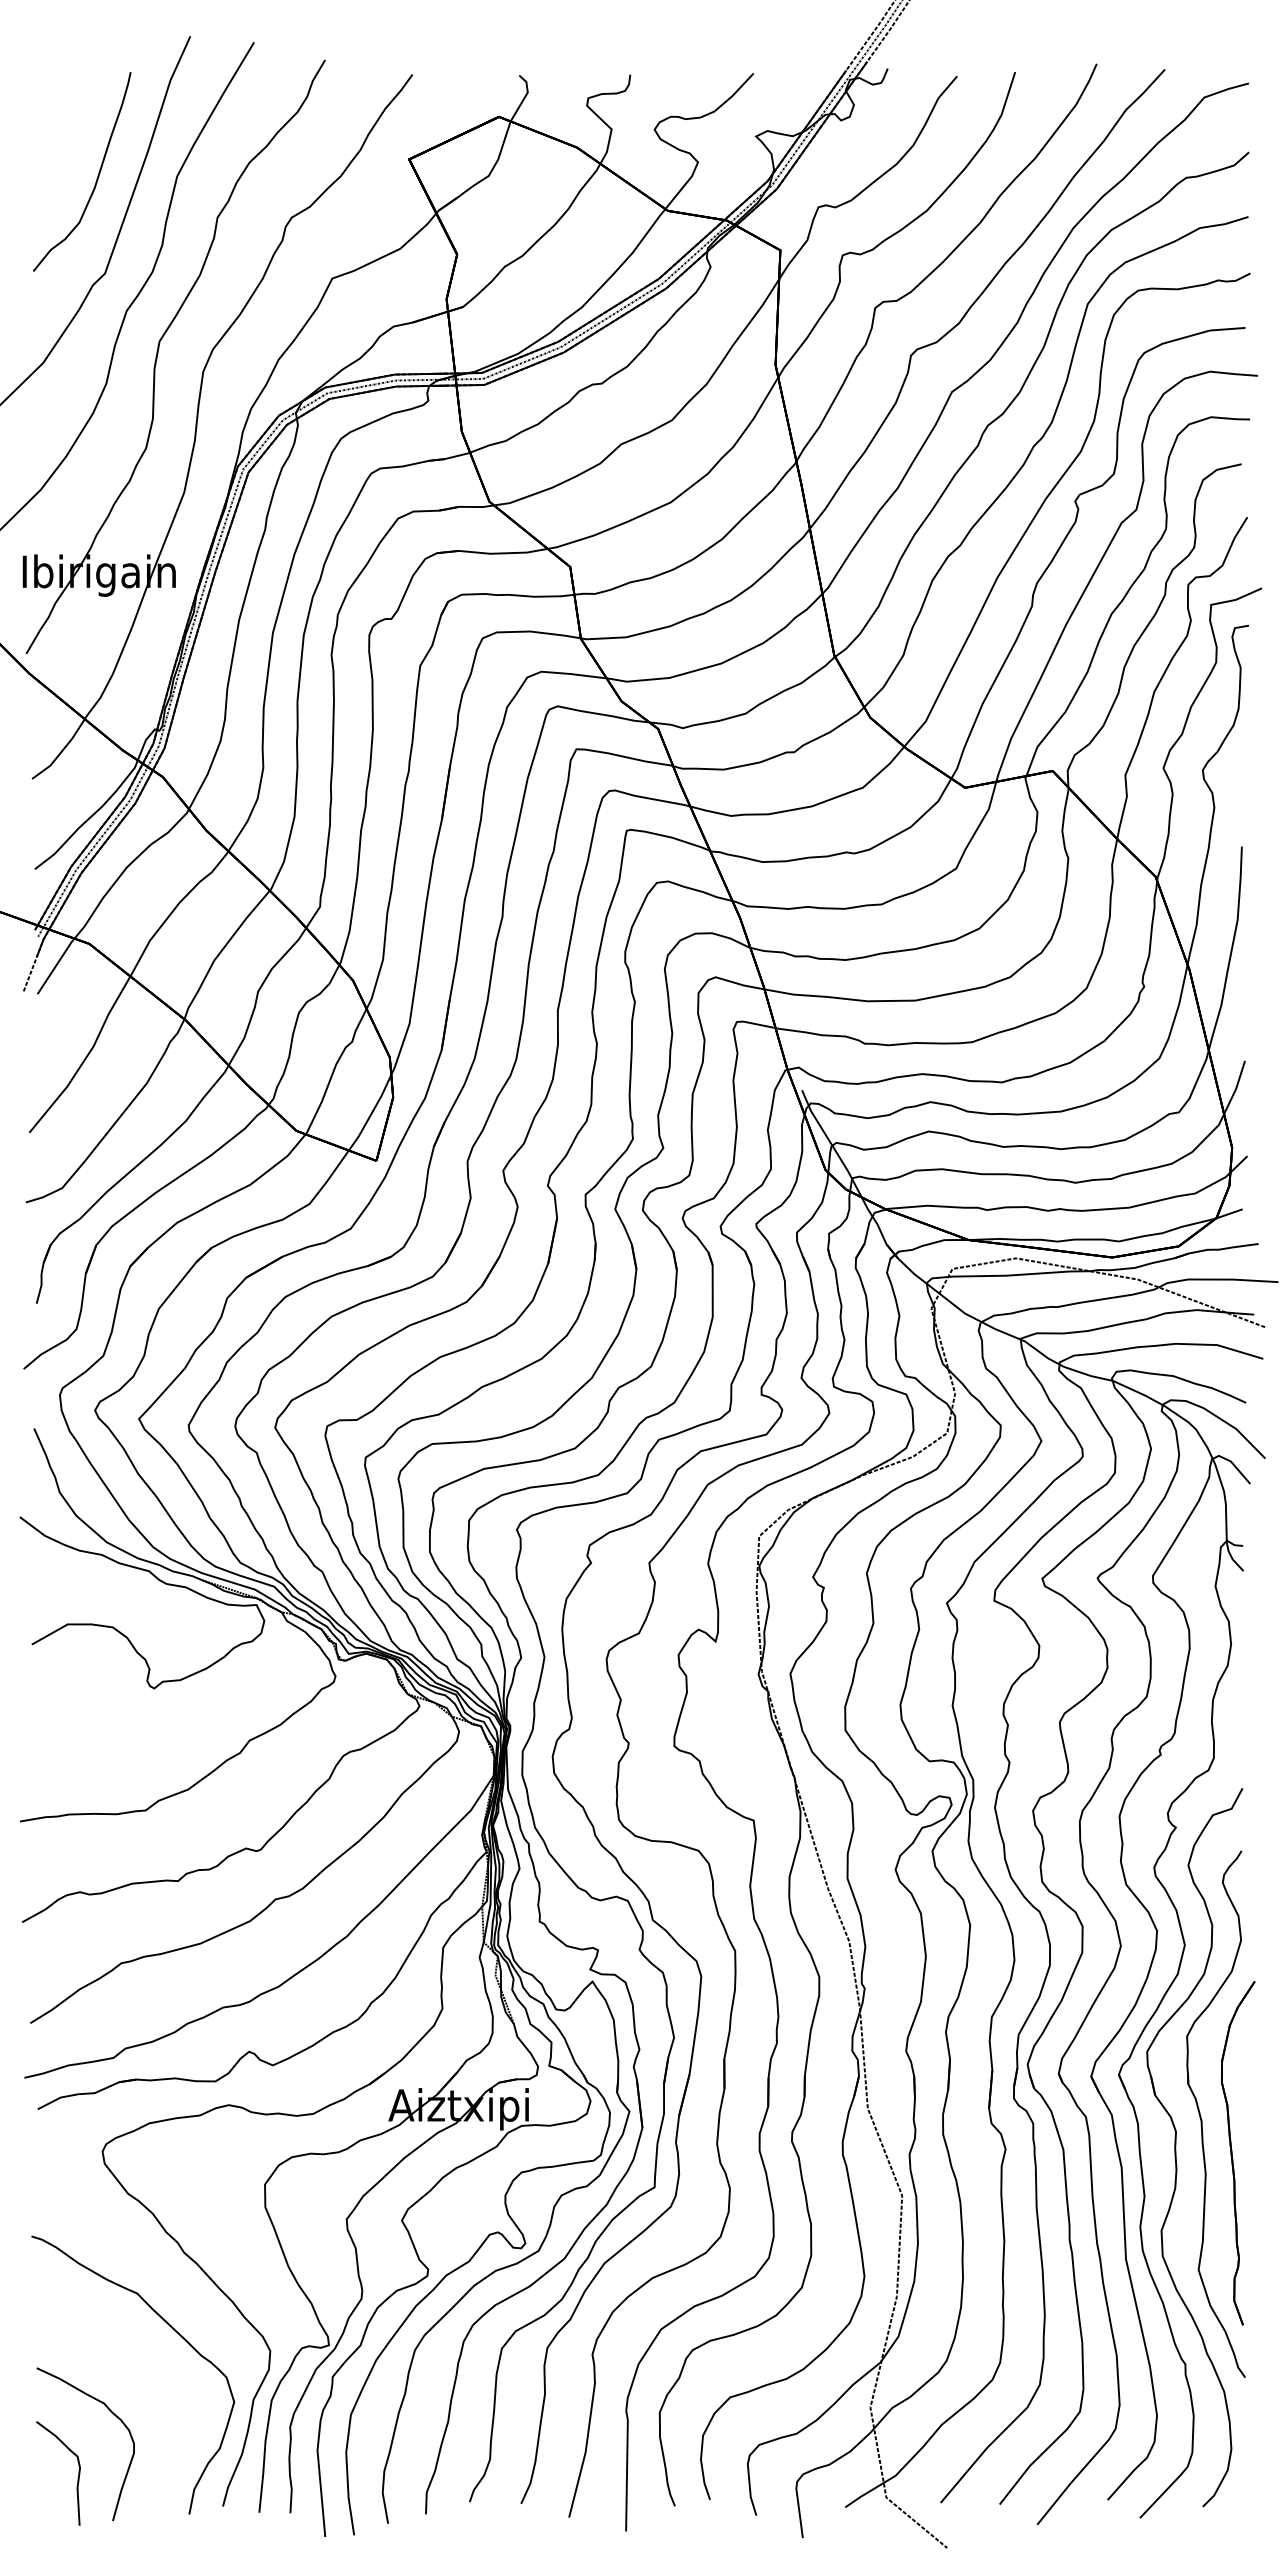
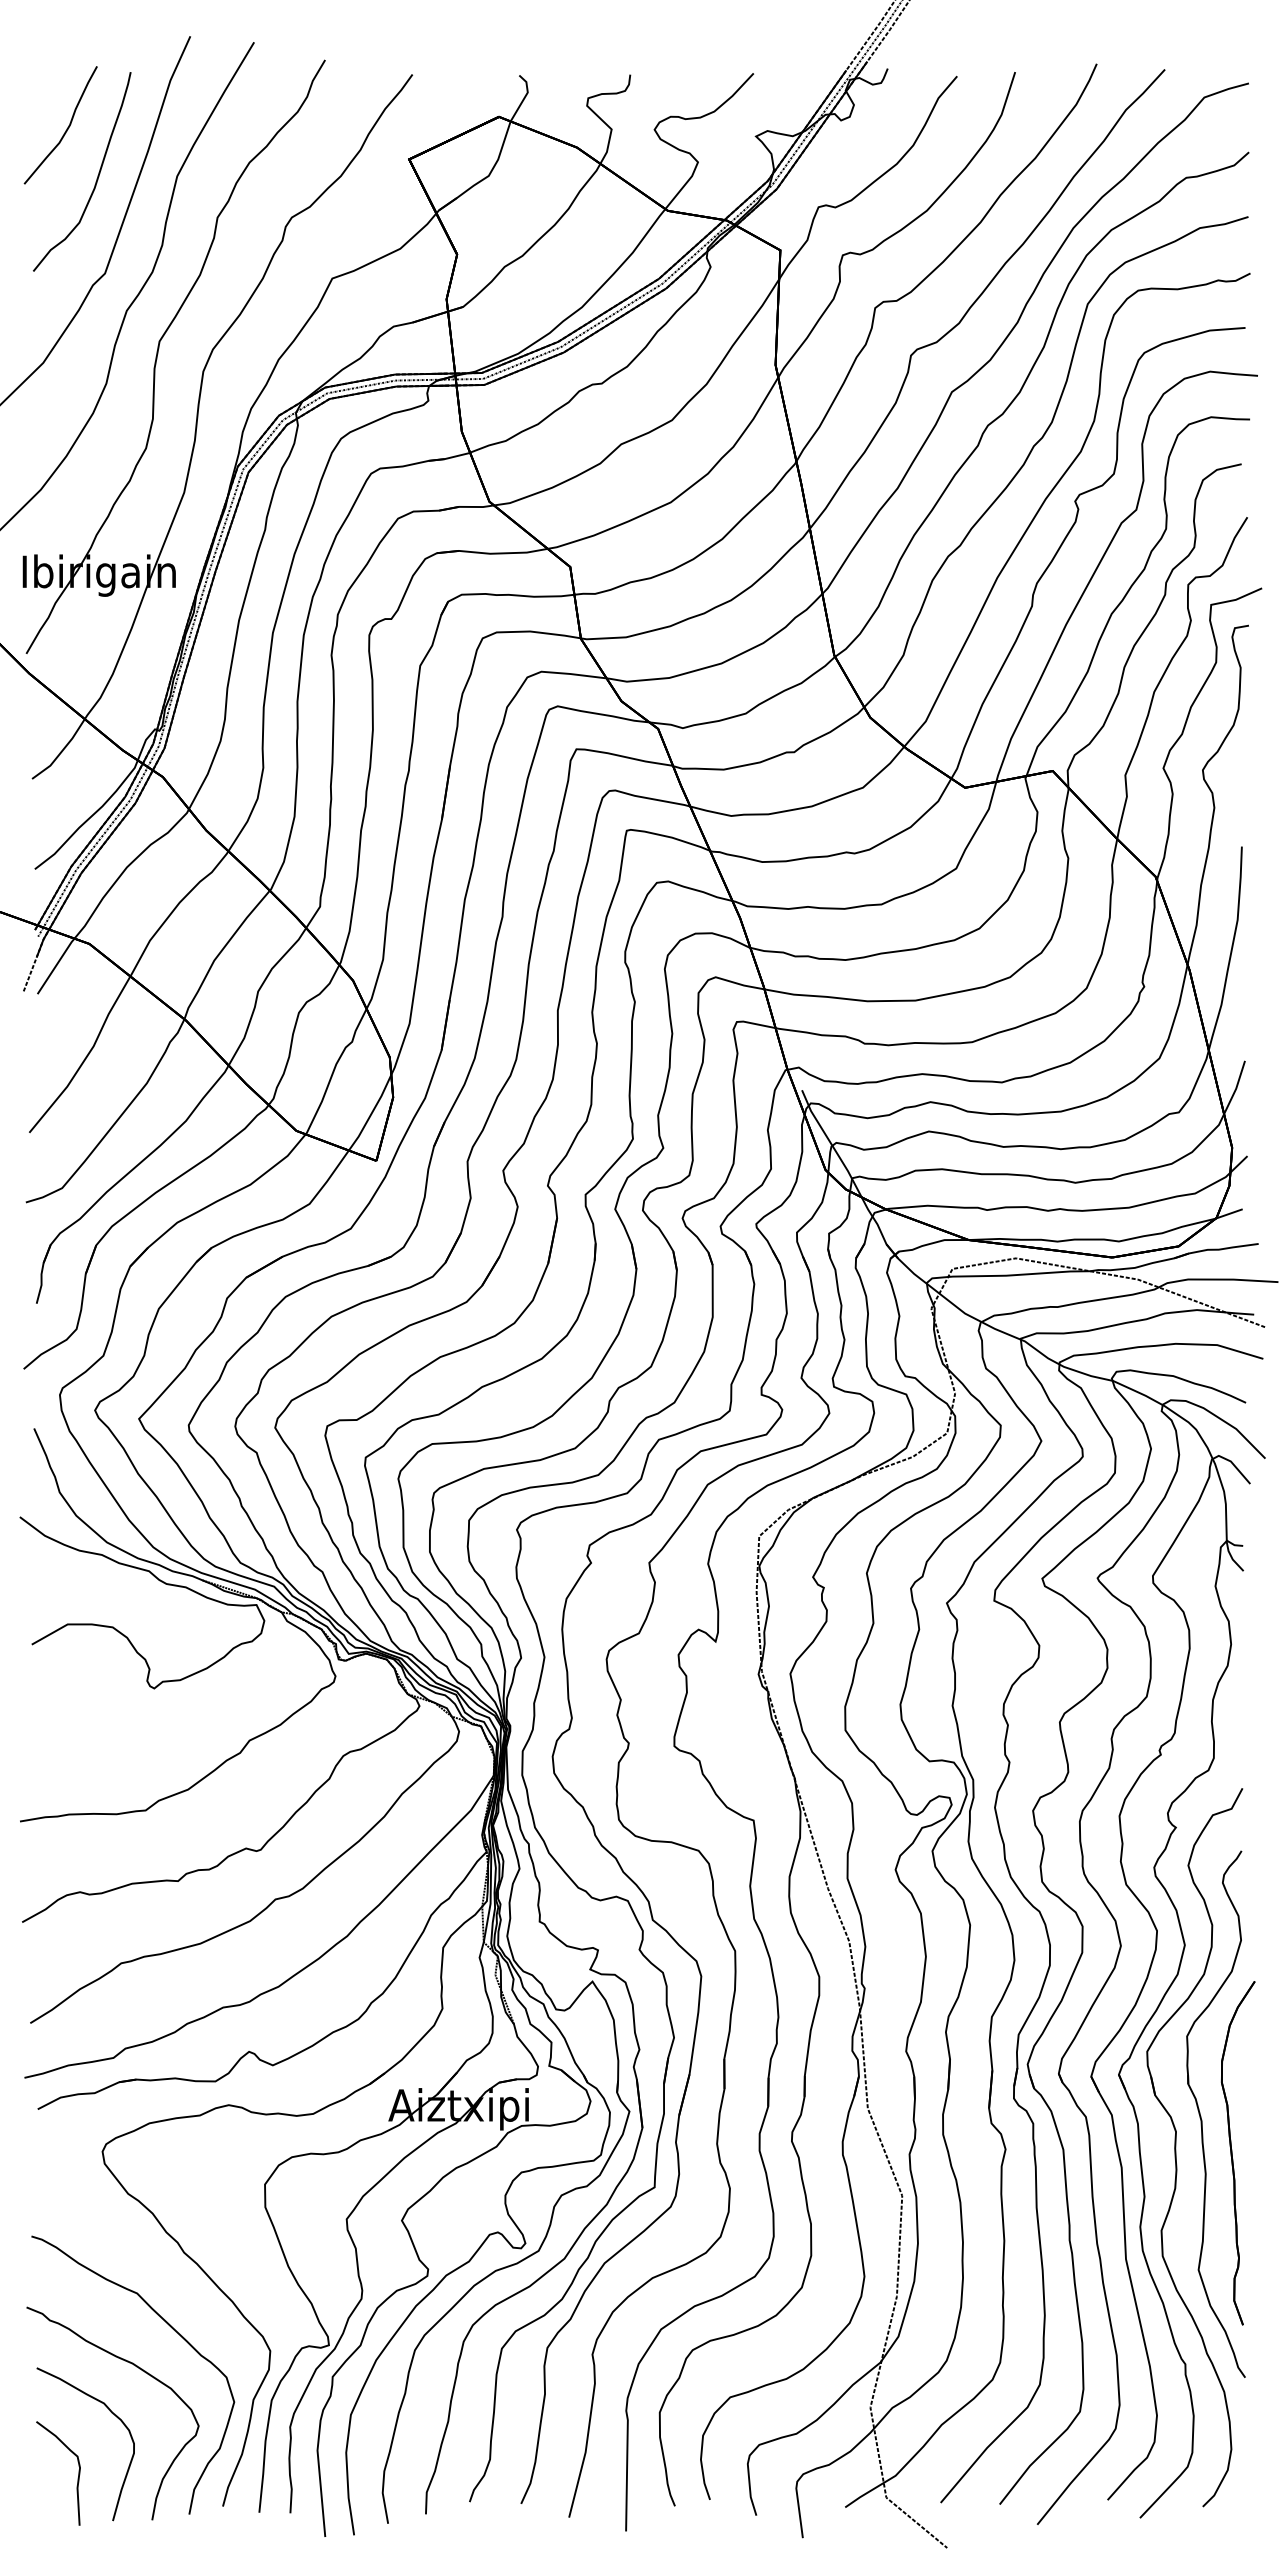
curve at (66, 128): none -> present
curve at (142, 2371): none -> present
